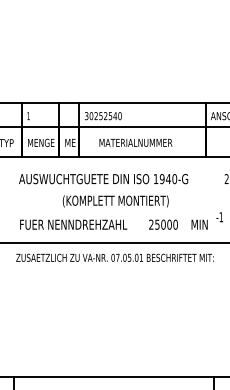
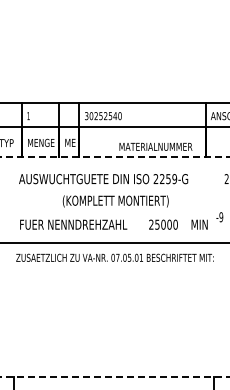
text at (135, 142) position: (135, 142) -> (155, 146)
line at (115, 157): solid -> dashed
text at (164, 179): 1940-G -> 2259-G
text at (221, 217): -1 -> -9
line at (115, 376): solid -> dashed
